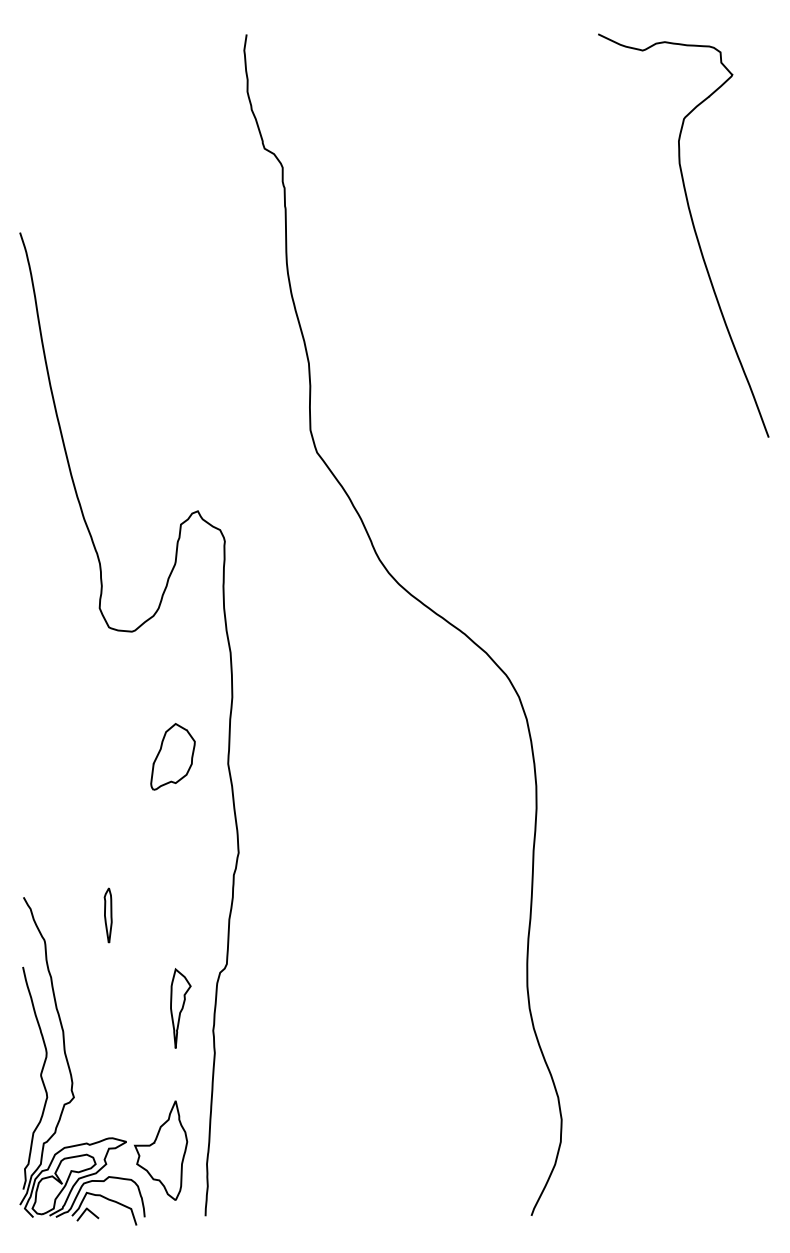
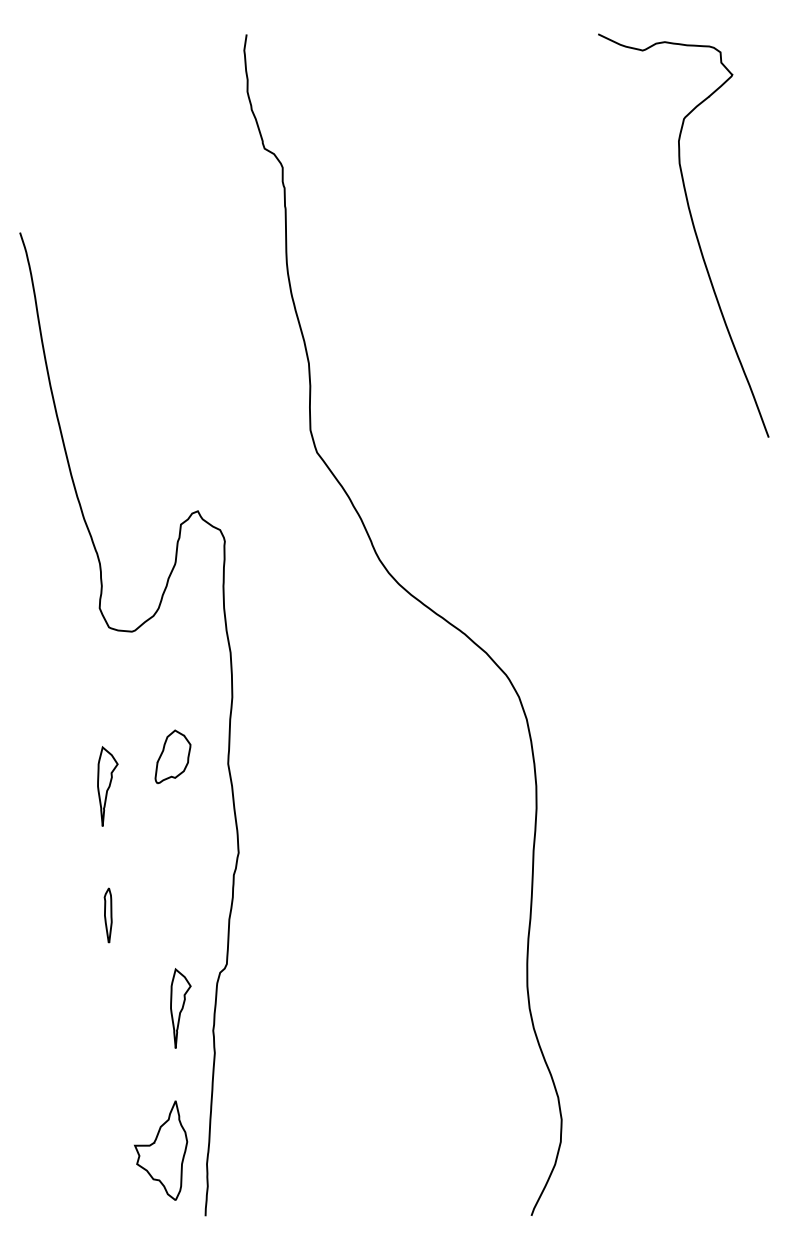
part at (172, 756) size: 46x68 px -> 38x55 px
part at (107, 786): none -> present
part at (69, 1064): present -> none
